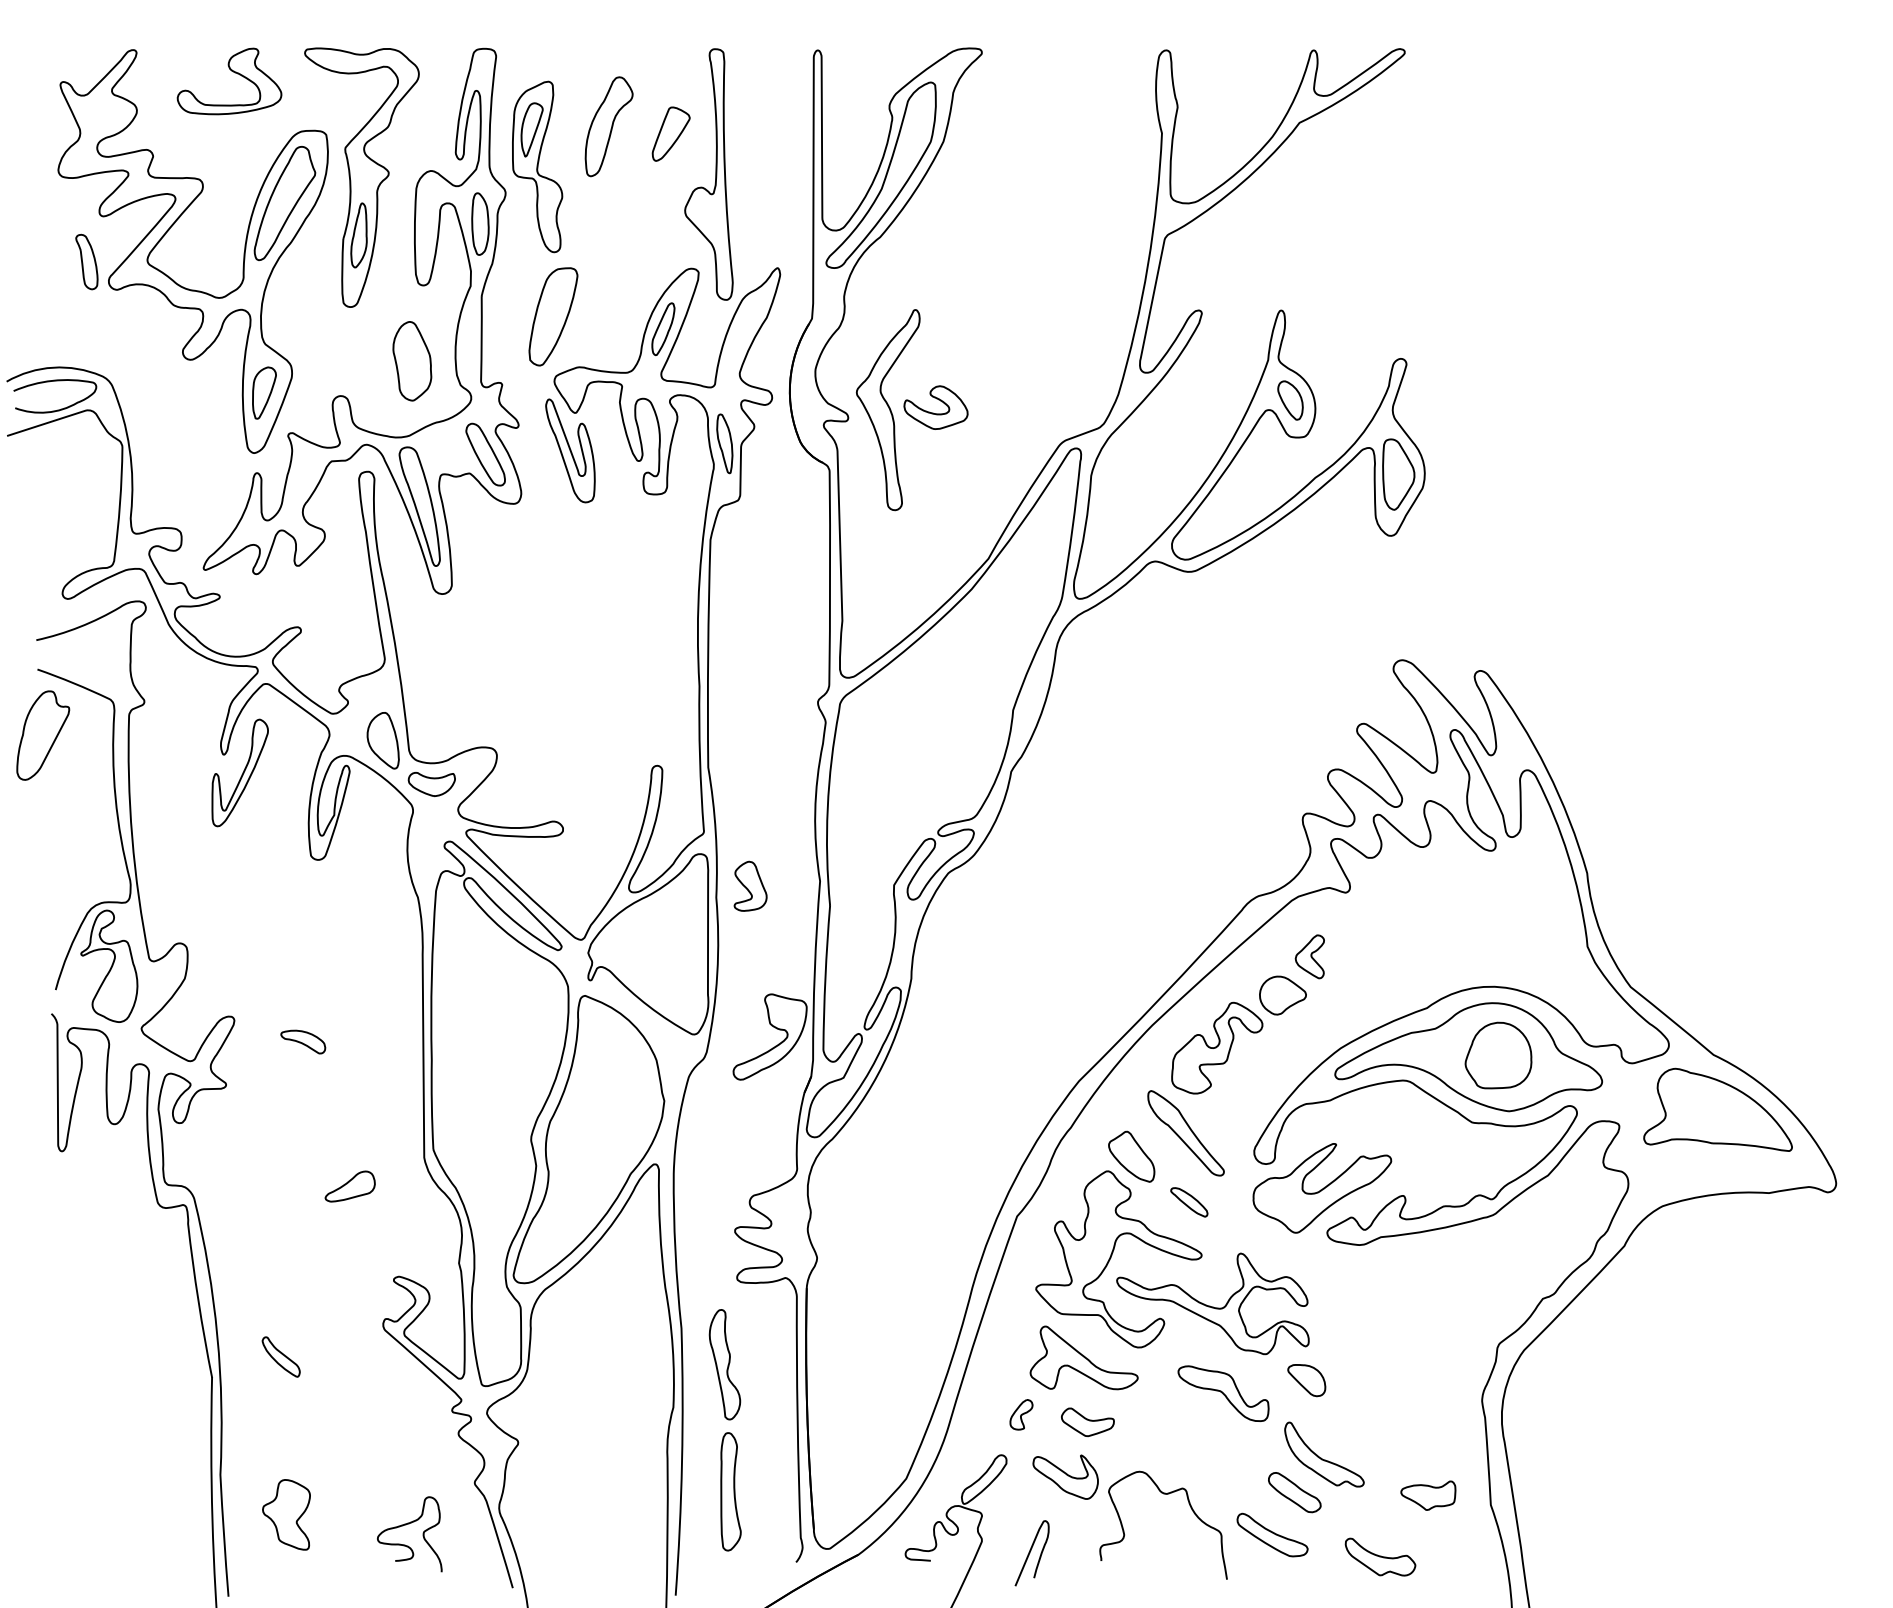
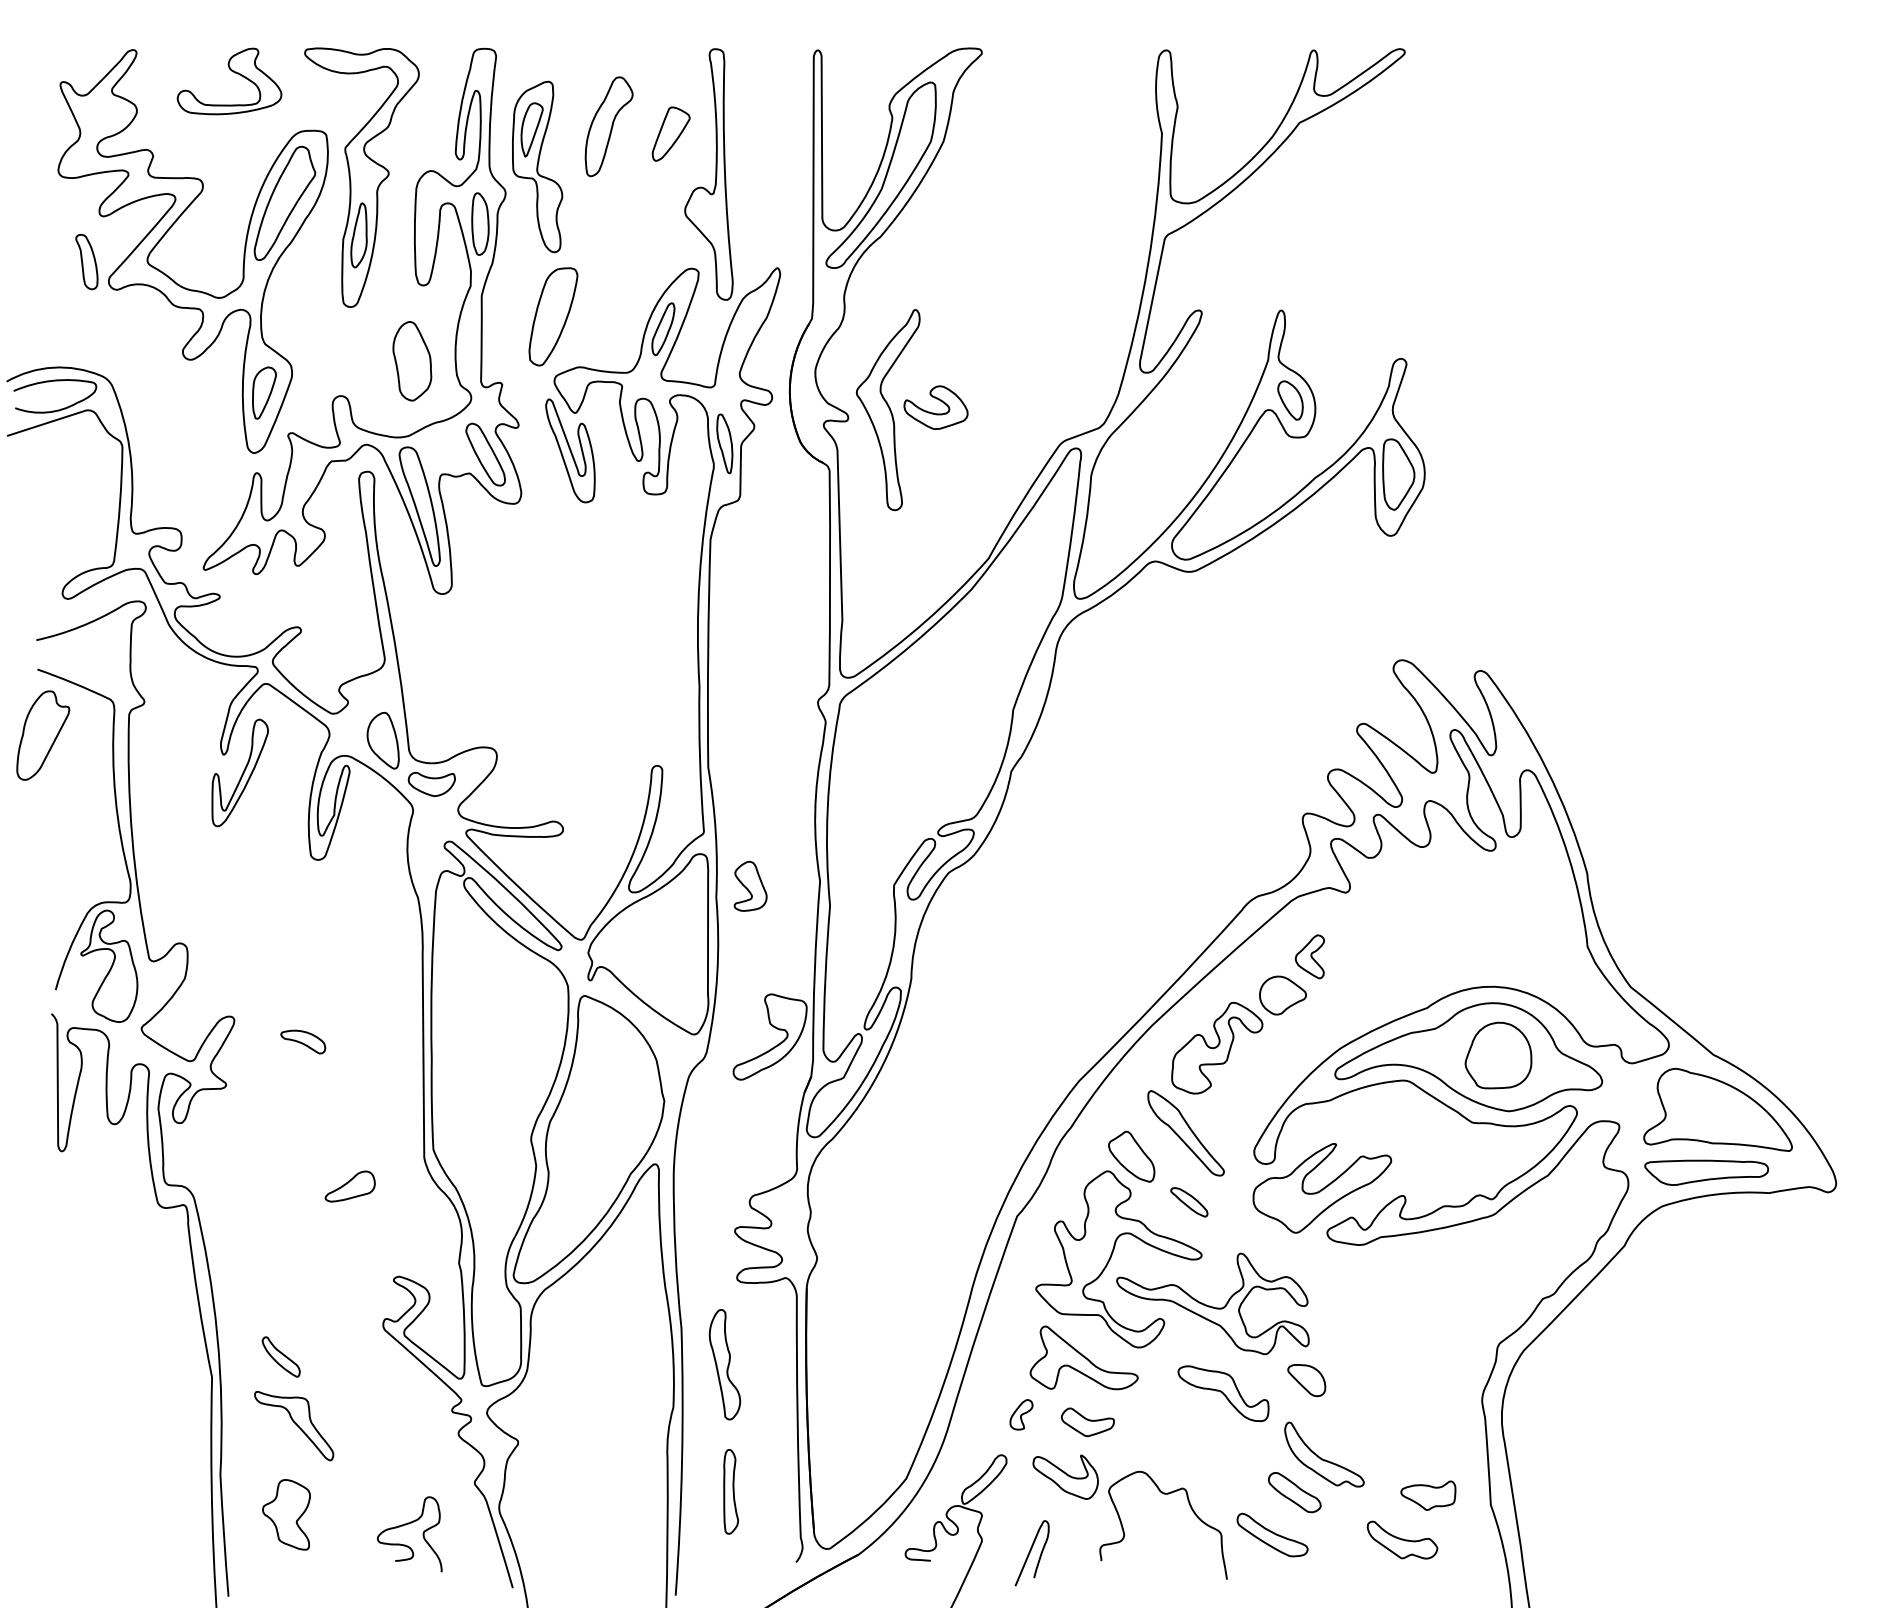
part at (1706, 1172): none -> present
part at (294, 1426): none -> present
part at (730, 1491) size: 22x120 px -> 17x86 px
part at (1380, 1556) position: (1380, 1556) -> (1402, 1539)
